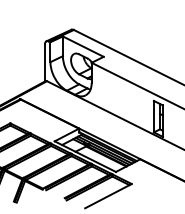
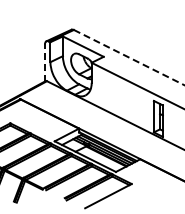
line at (129, 57): solid -> dashed
line at (44, 62): solid -> dashed
